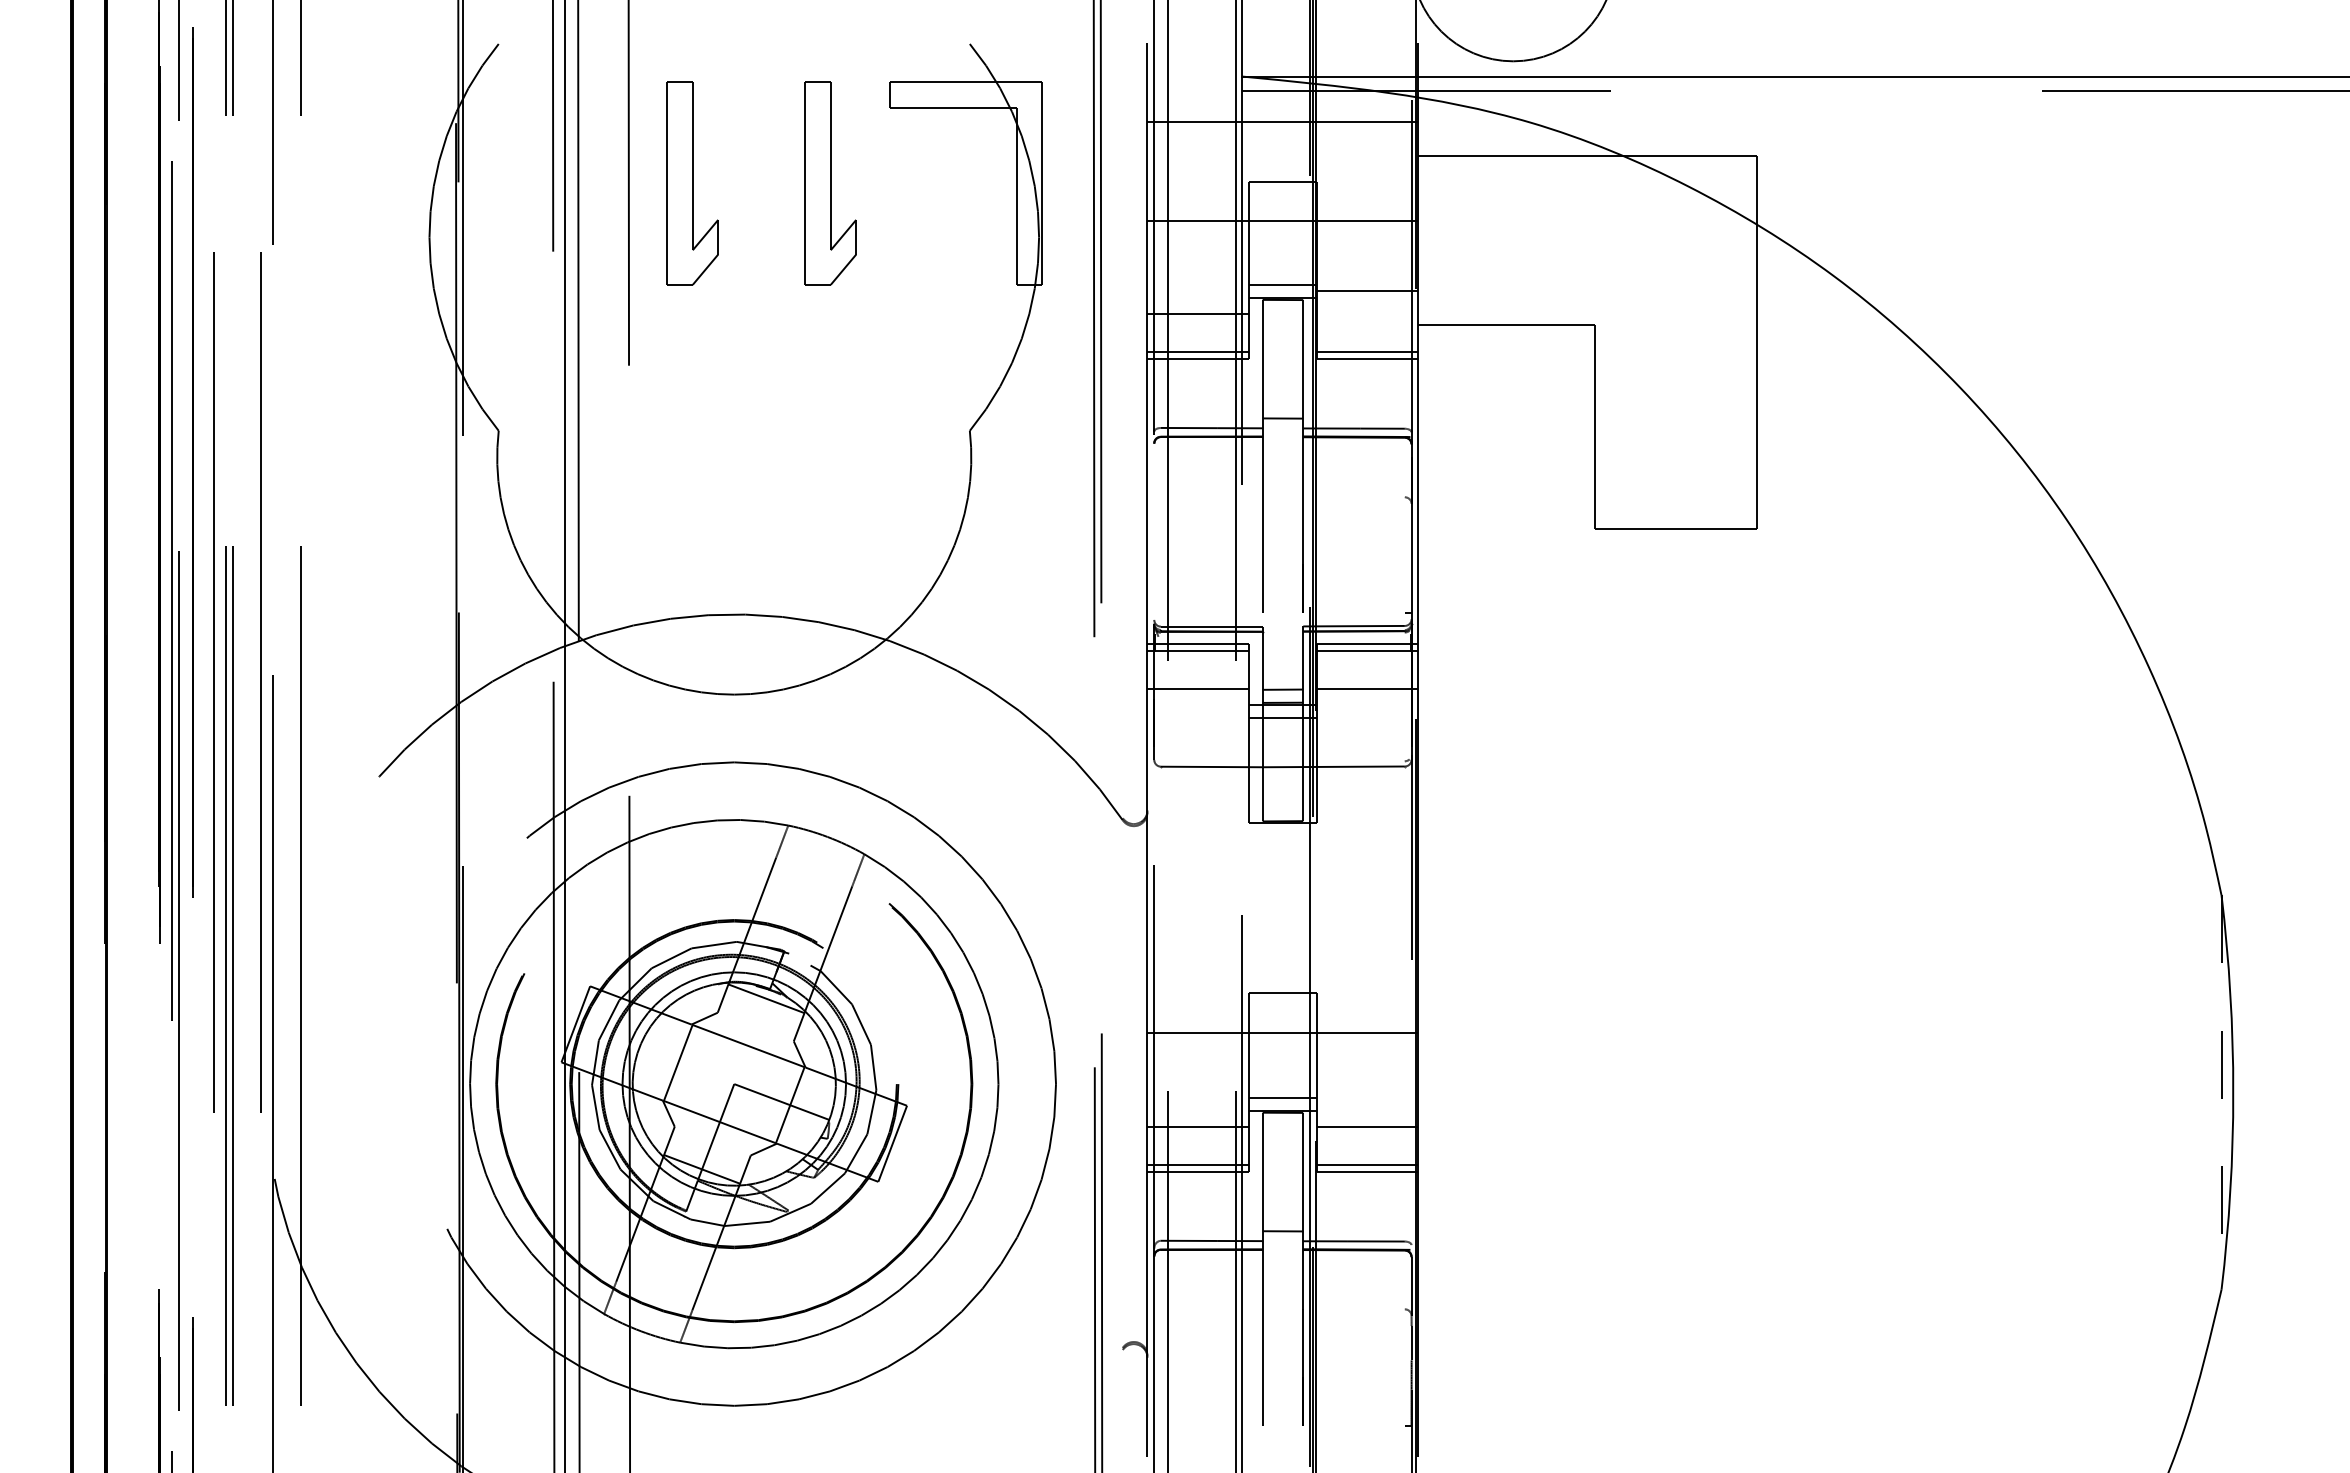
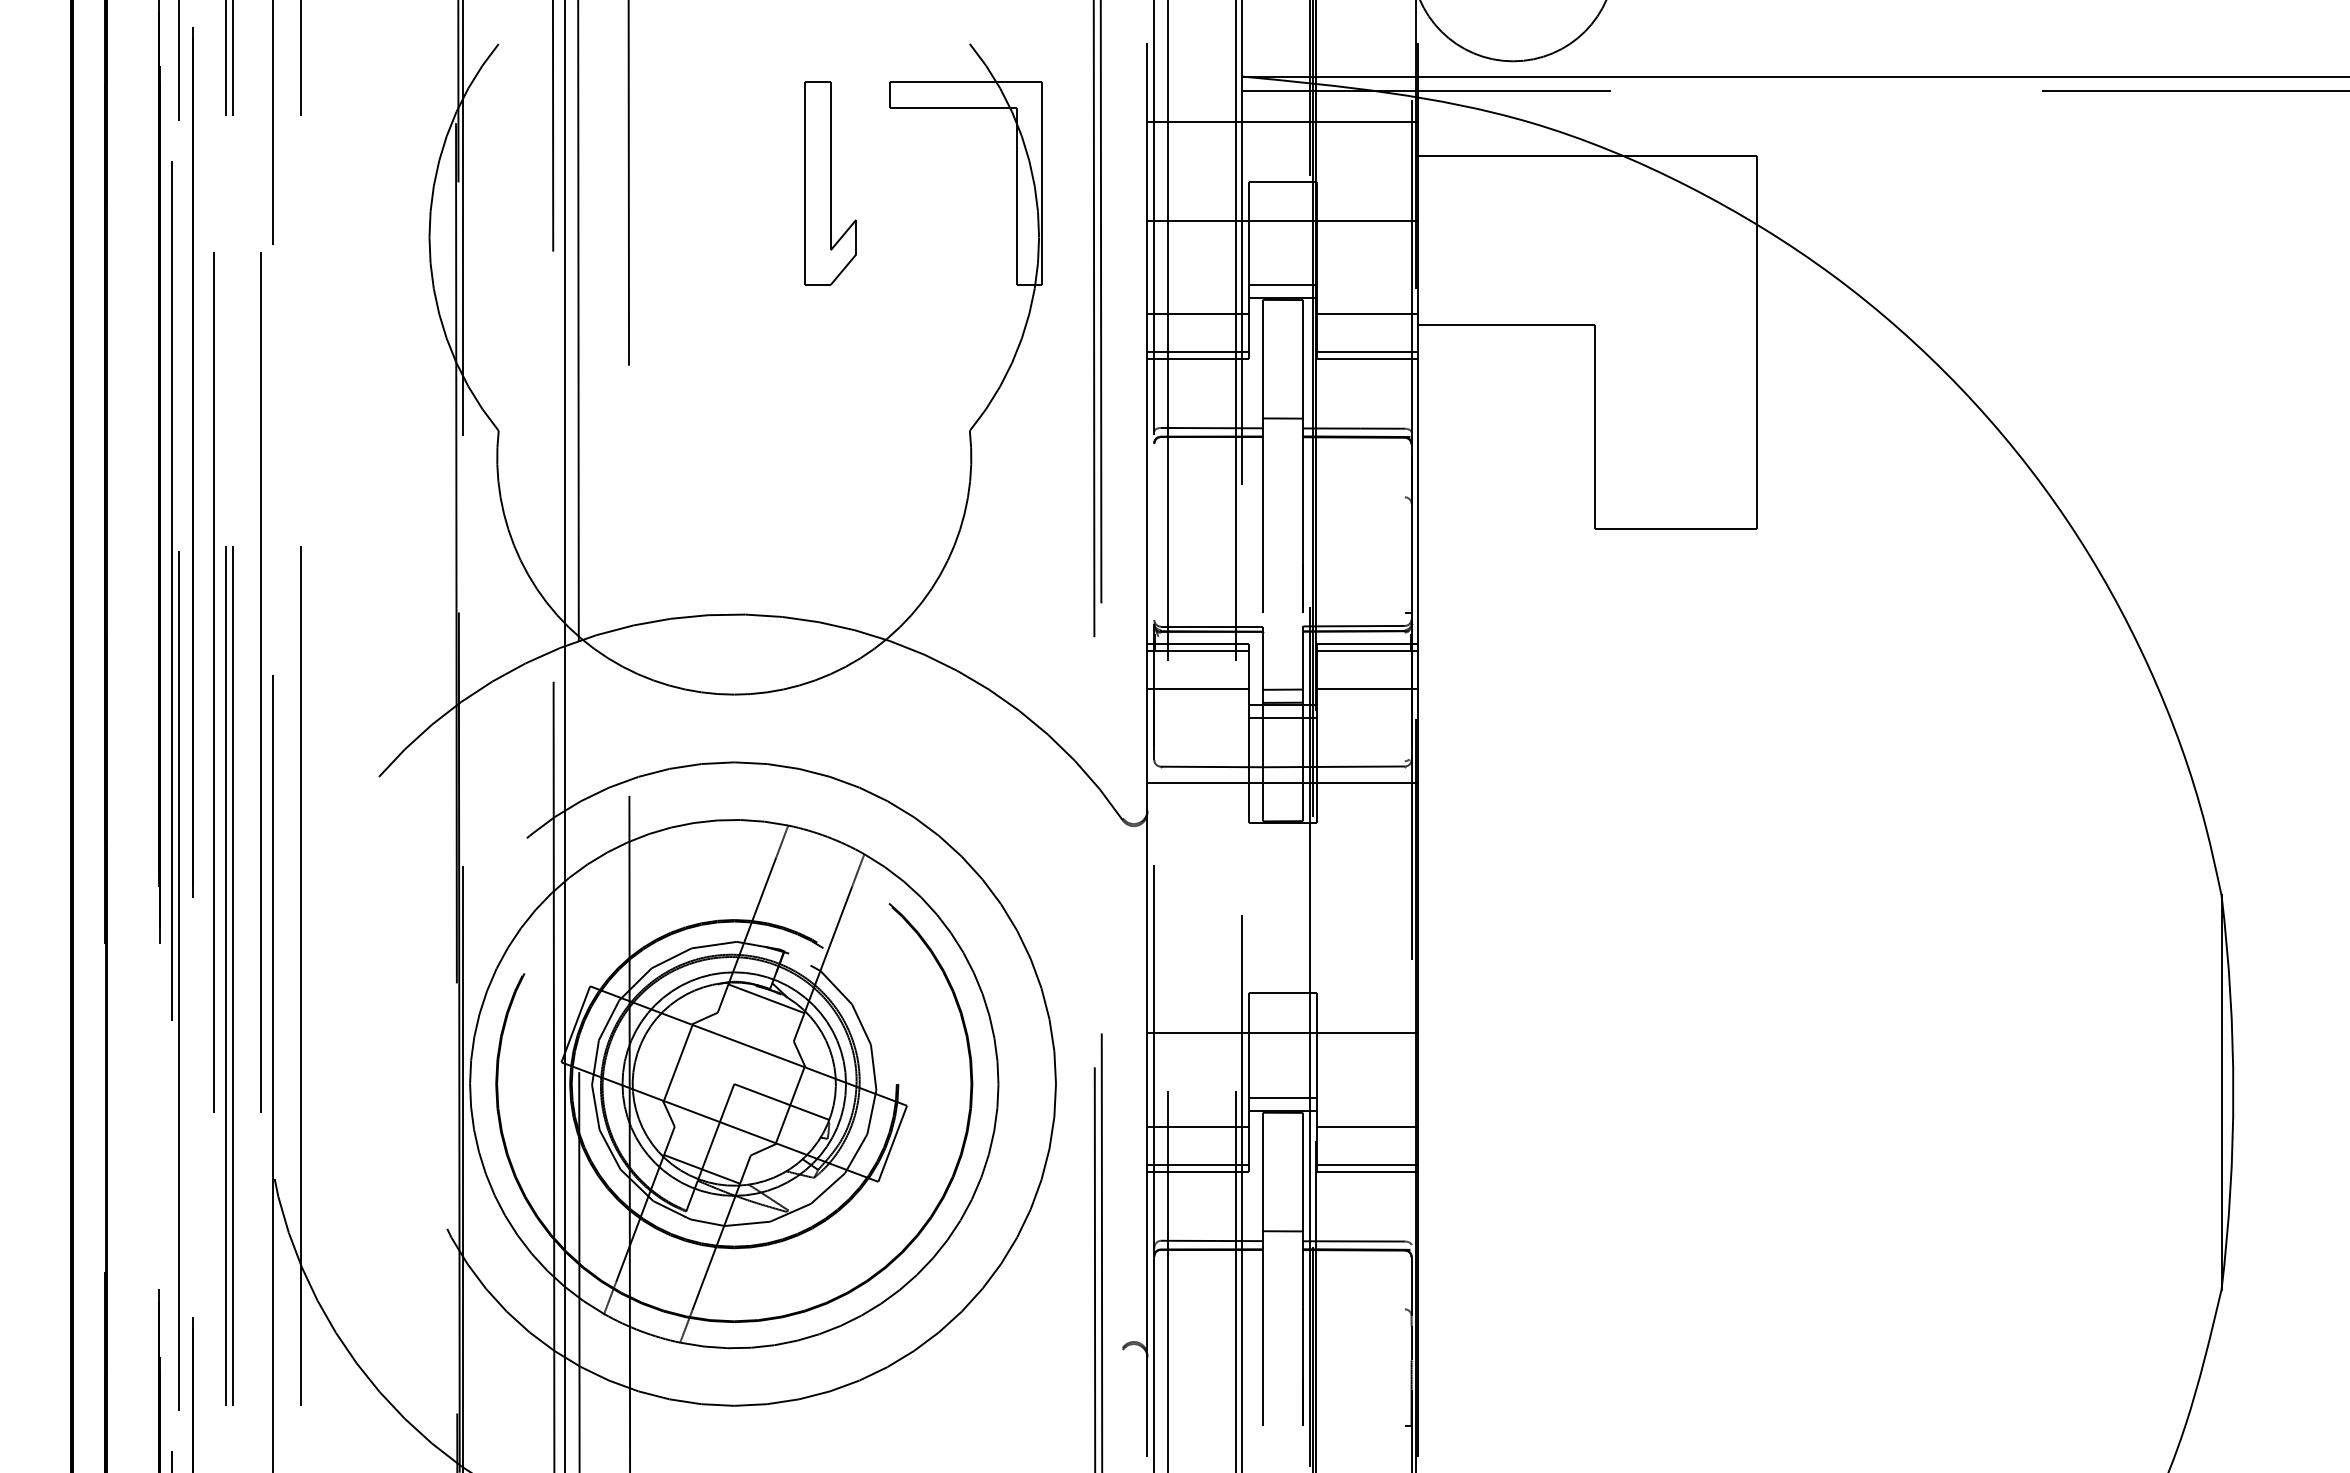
part at (692, 183): present -> none
line at (1367, 291) position: (1367, 291) -> (1367, 314)
line at (1282, 782): none -> present
line at (2221, 1093): dashed -> solid
